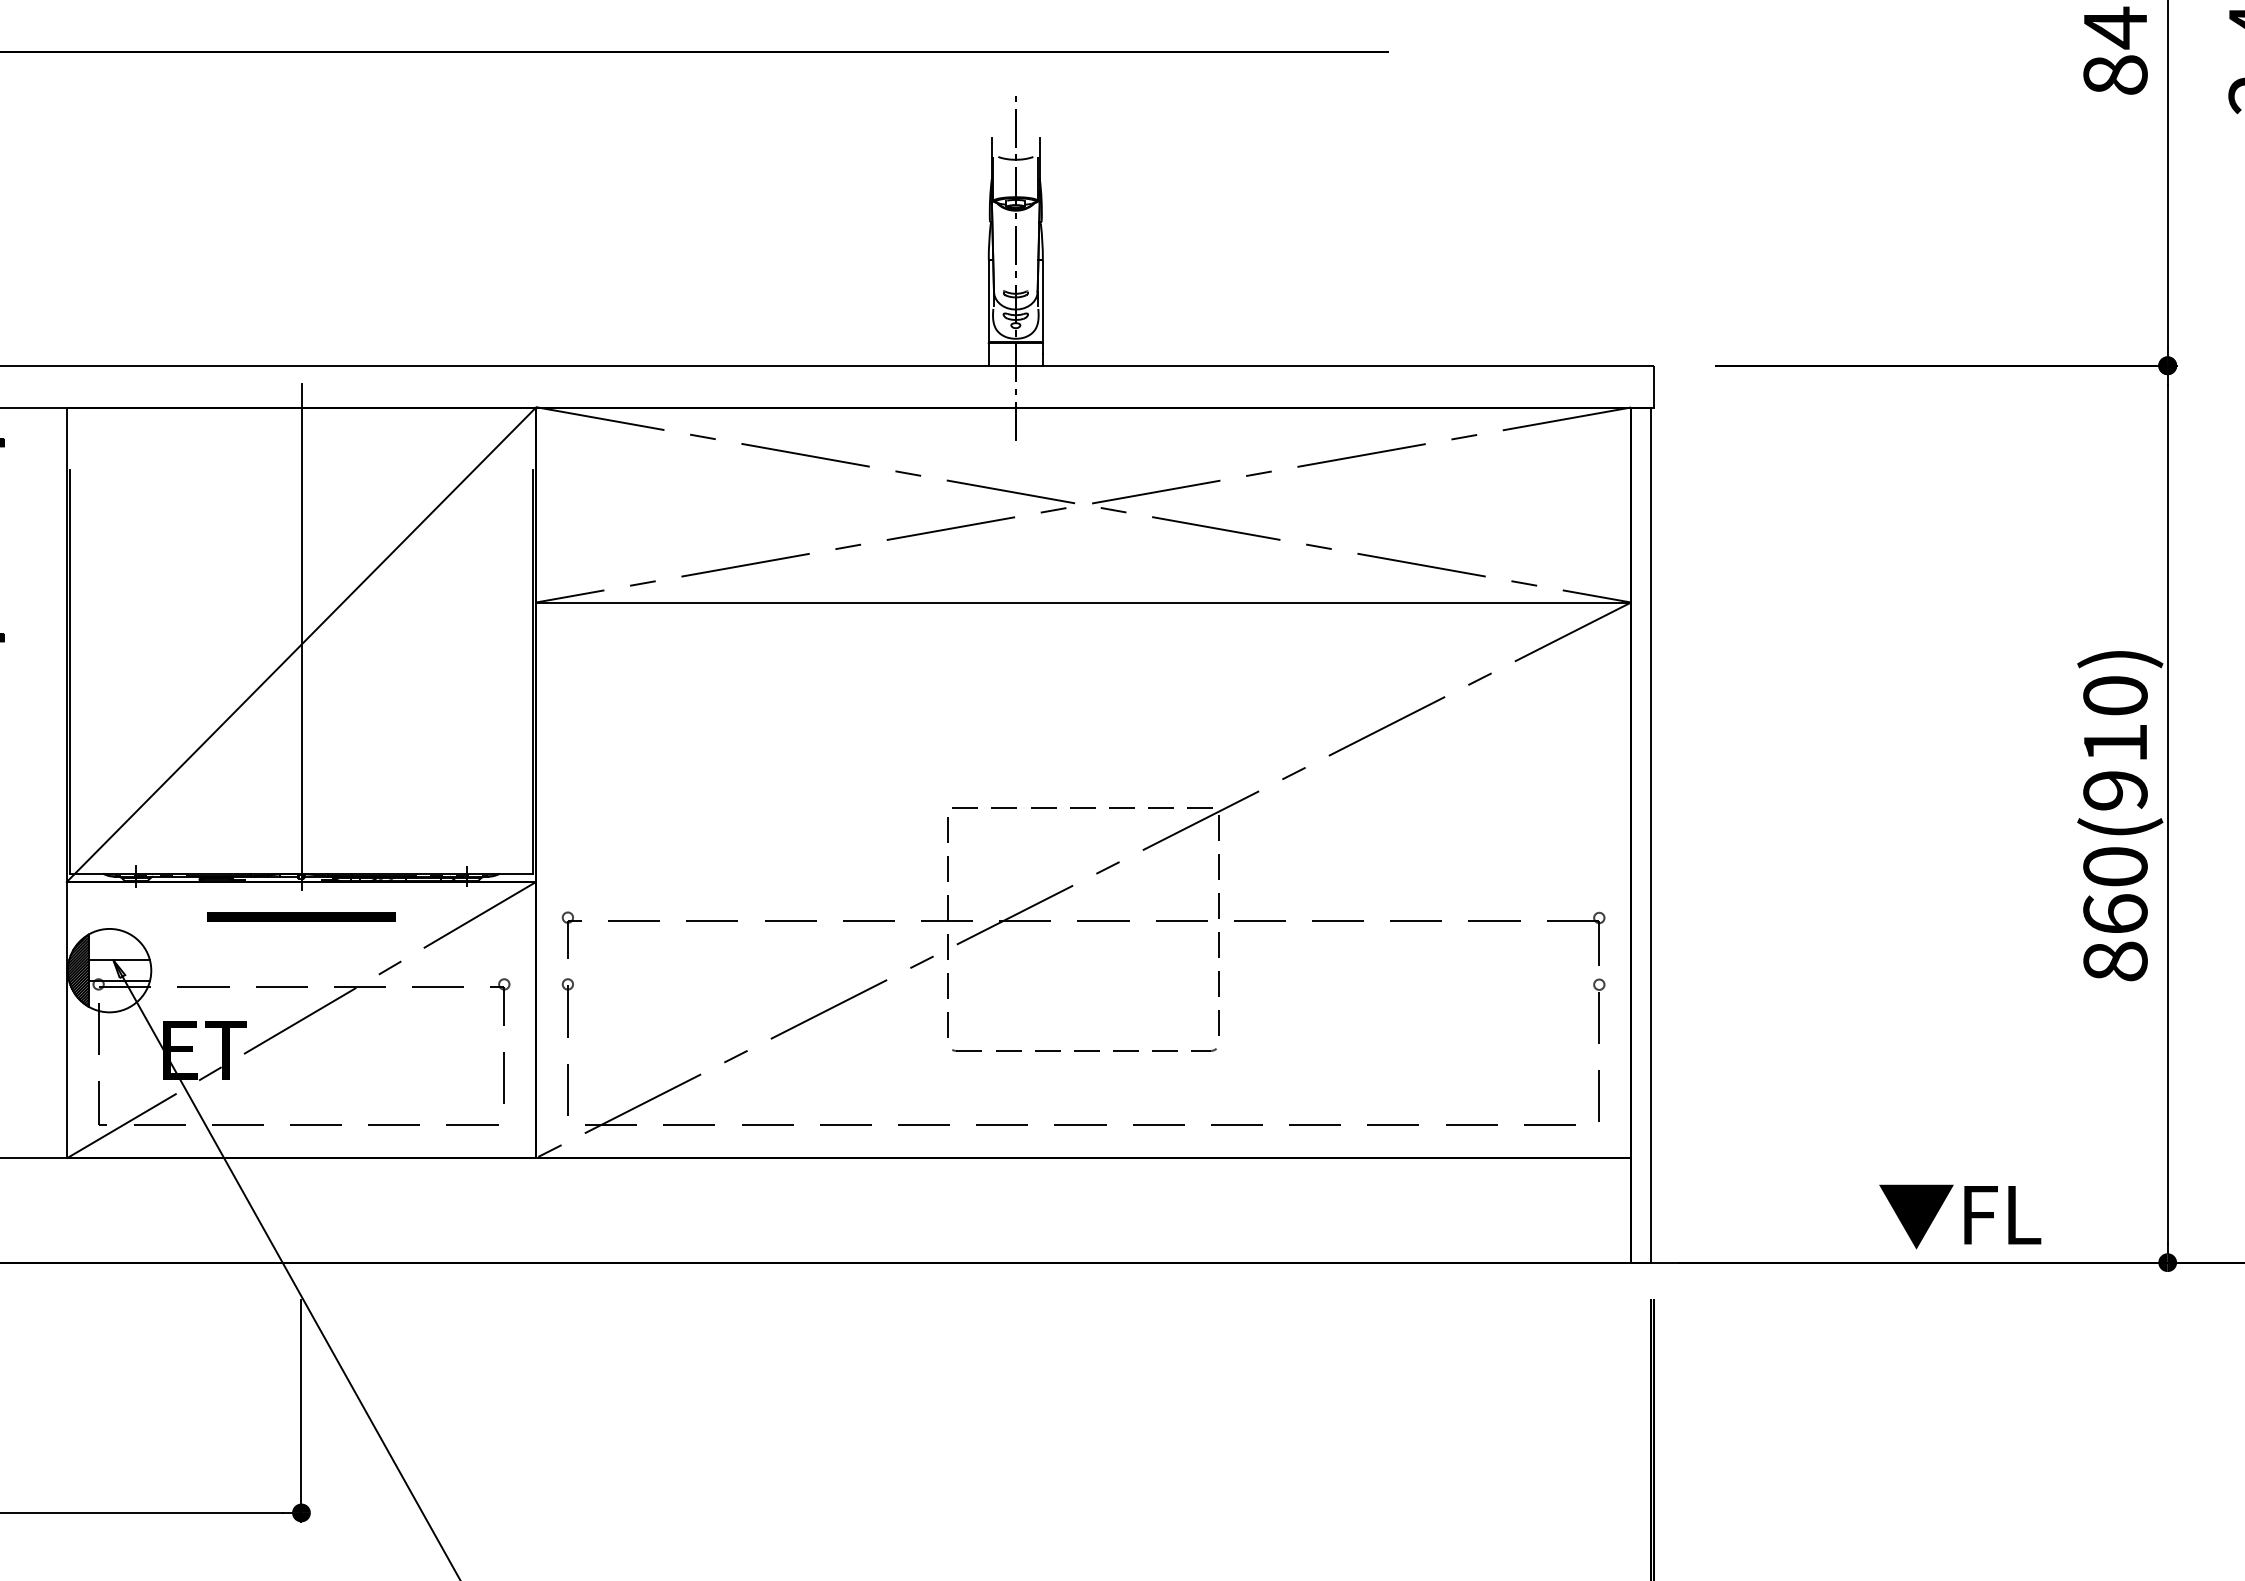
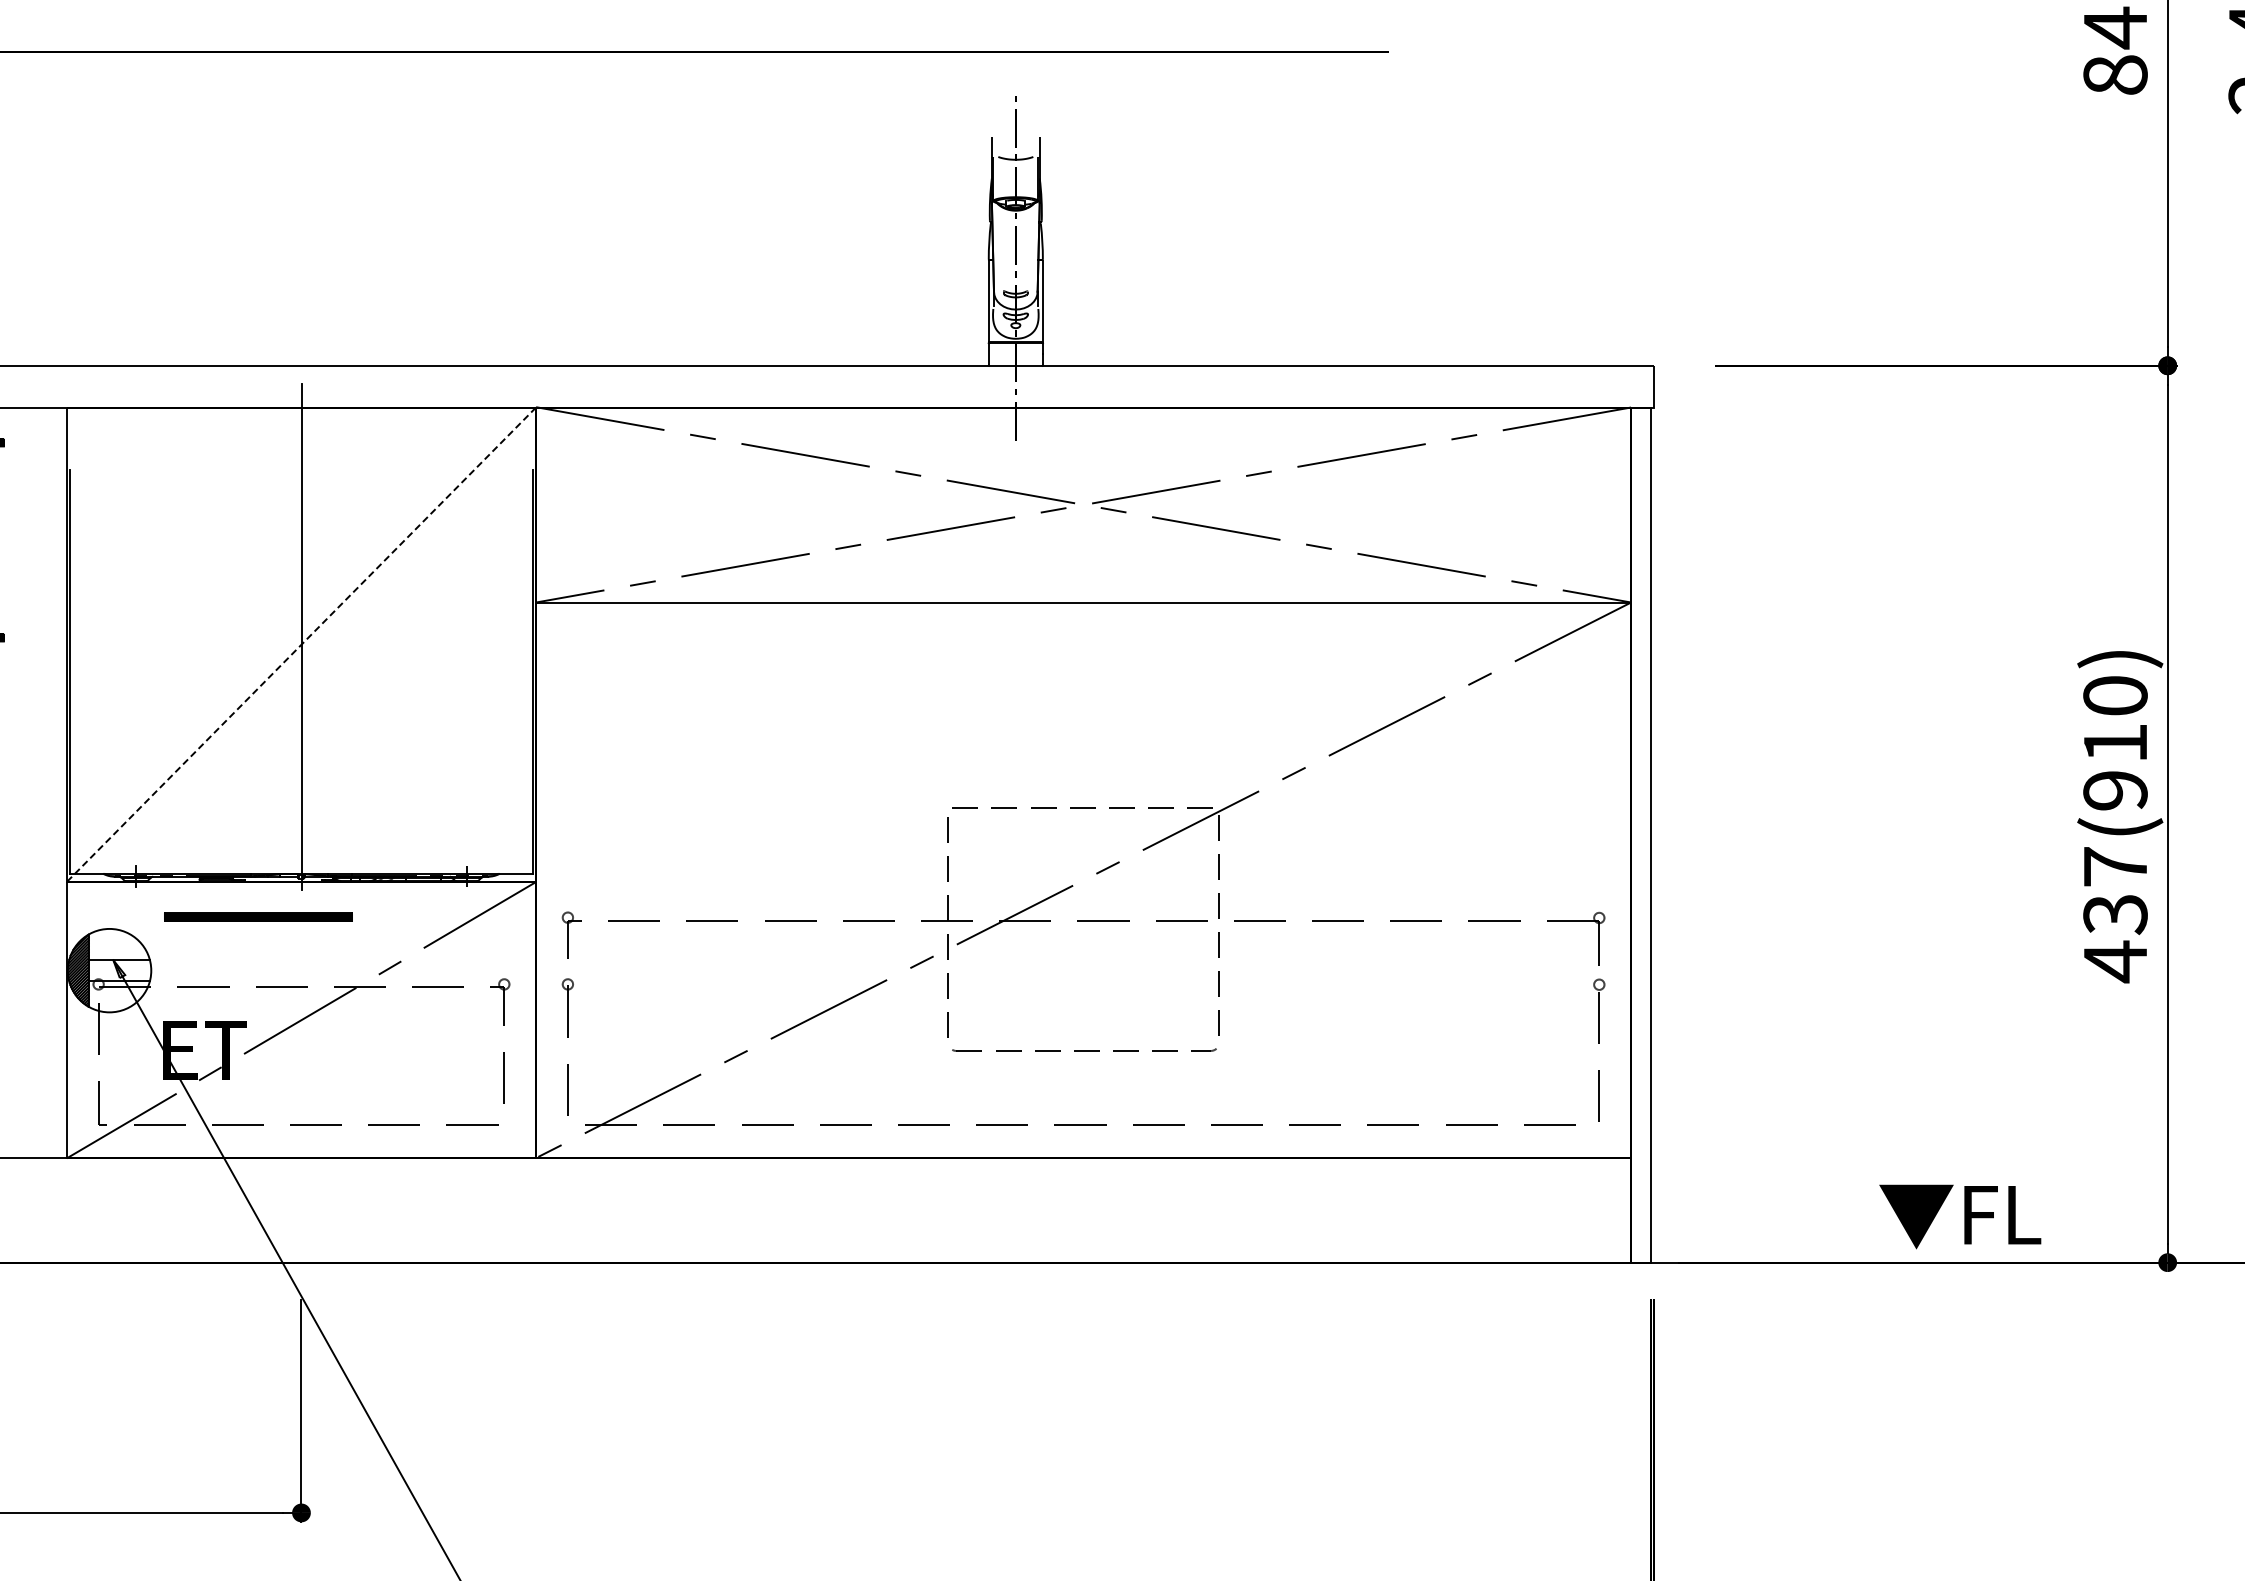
line at (301, 644): solid -> dashed
text at (2115, 915): 860(910) -> 437(910)
part at (301, 916) position: (301, 916) -> (258, 916)
